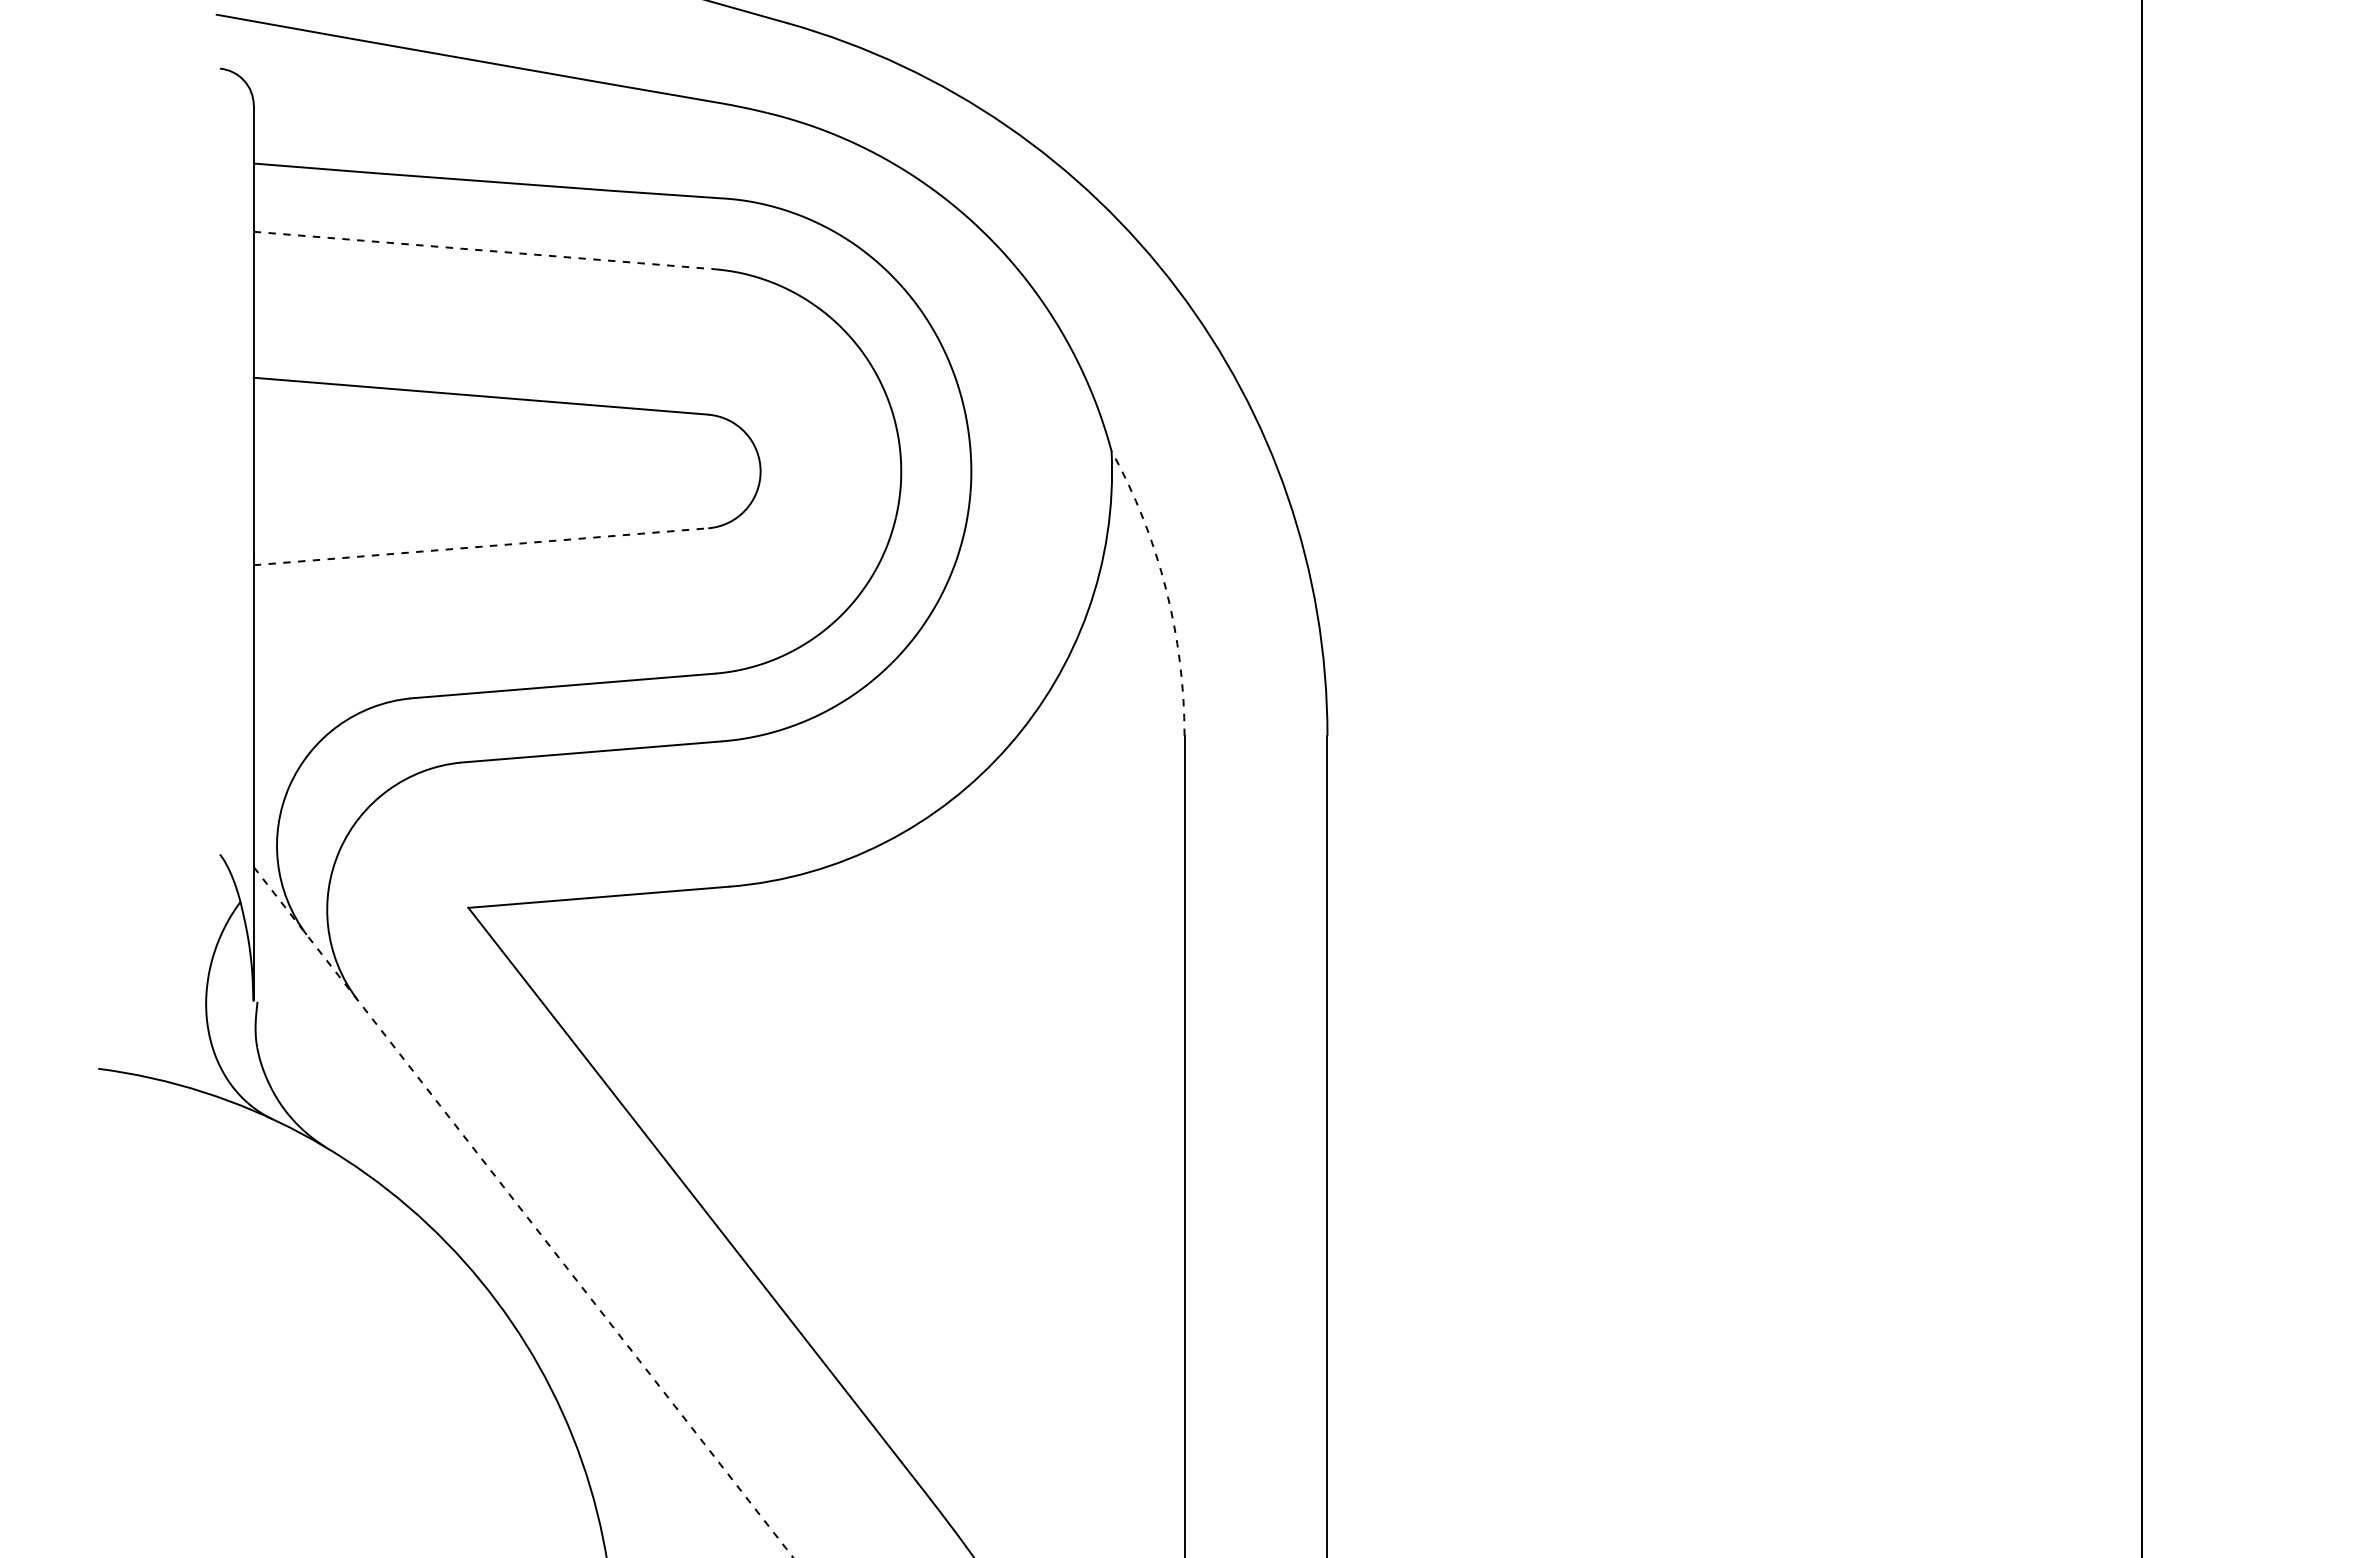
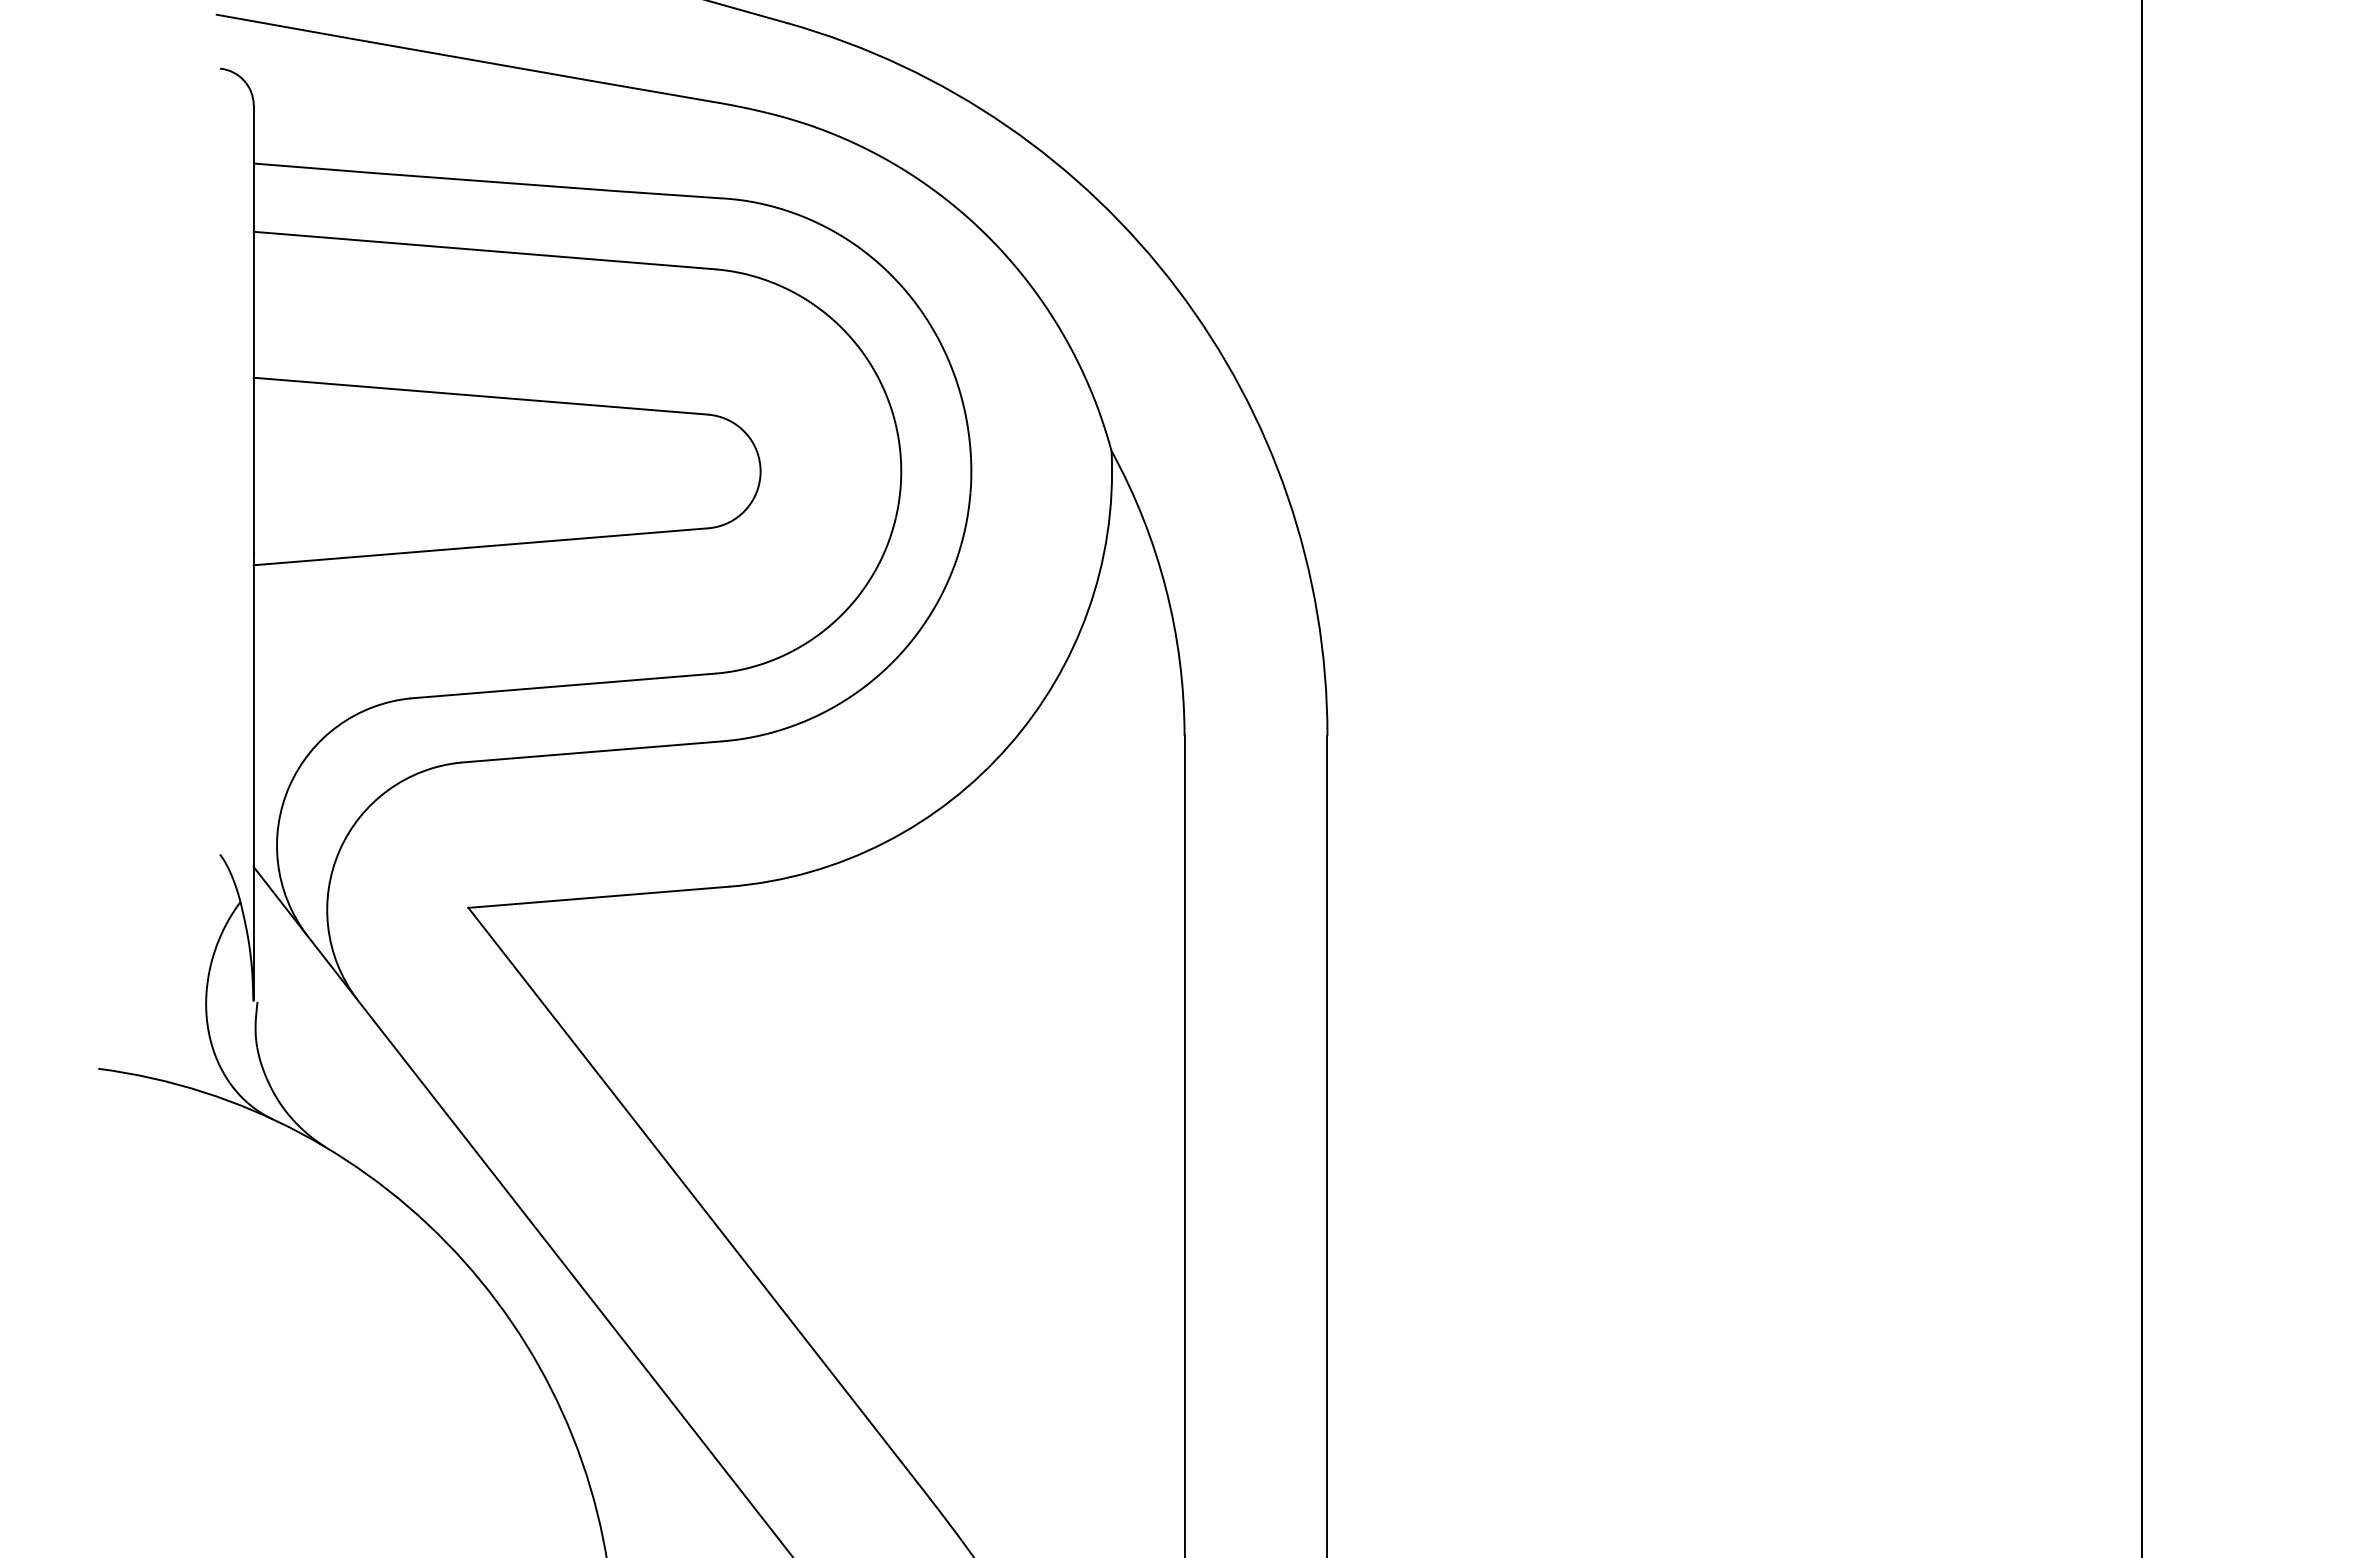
line at (484, 250): dashed -> solid
line at (480, 546): dashed -> solid
arc at (1166, 588): dashed -> solid
line at (523, 1212): dashed -> solid
